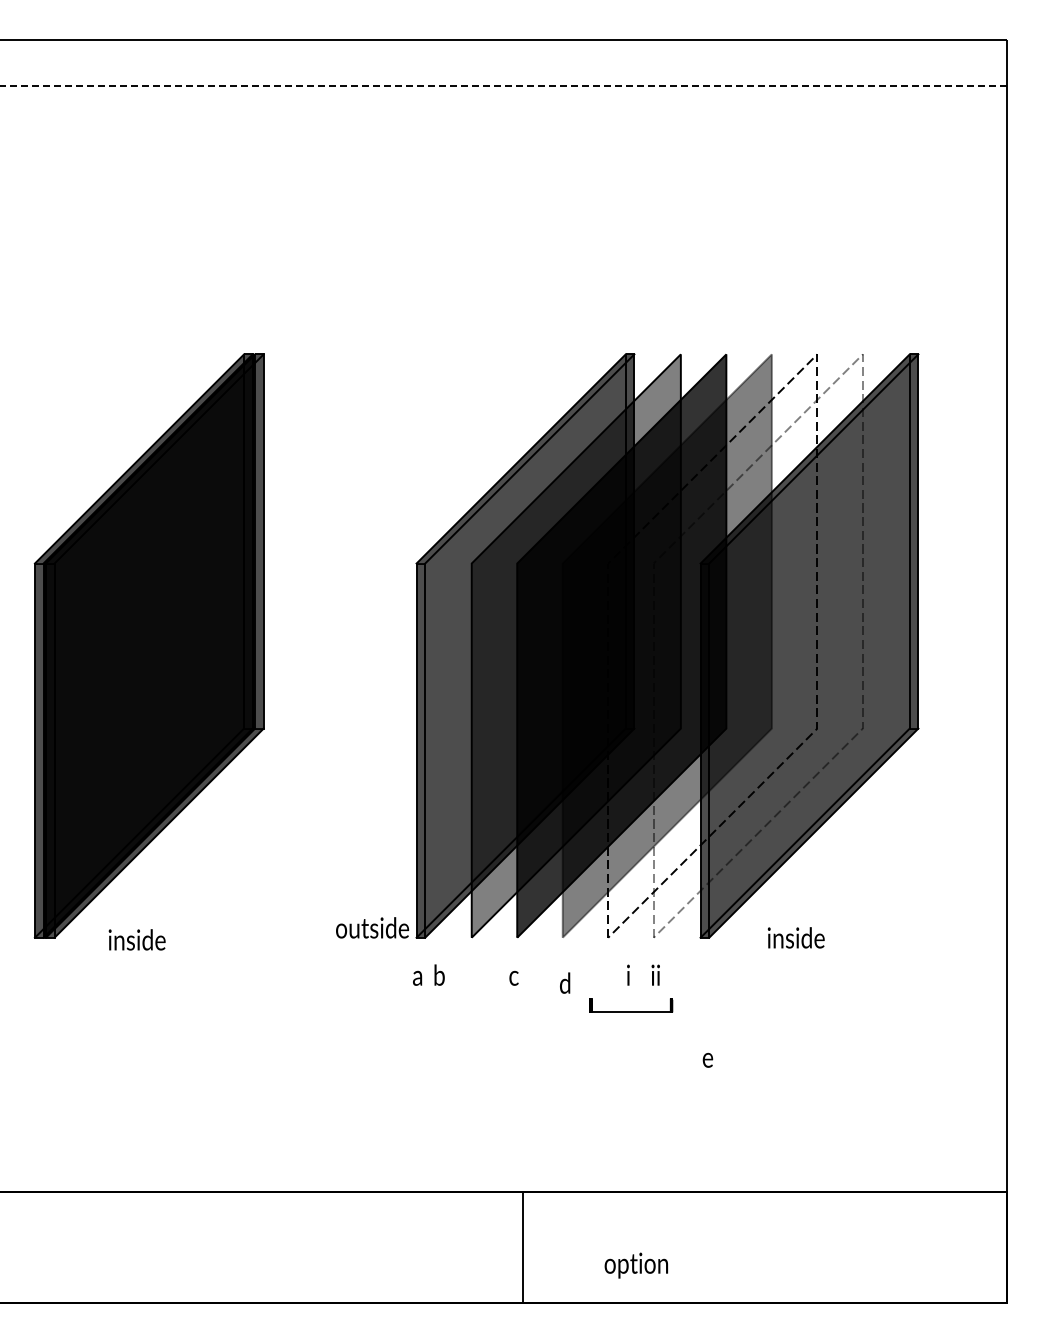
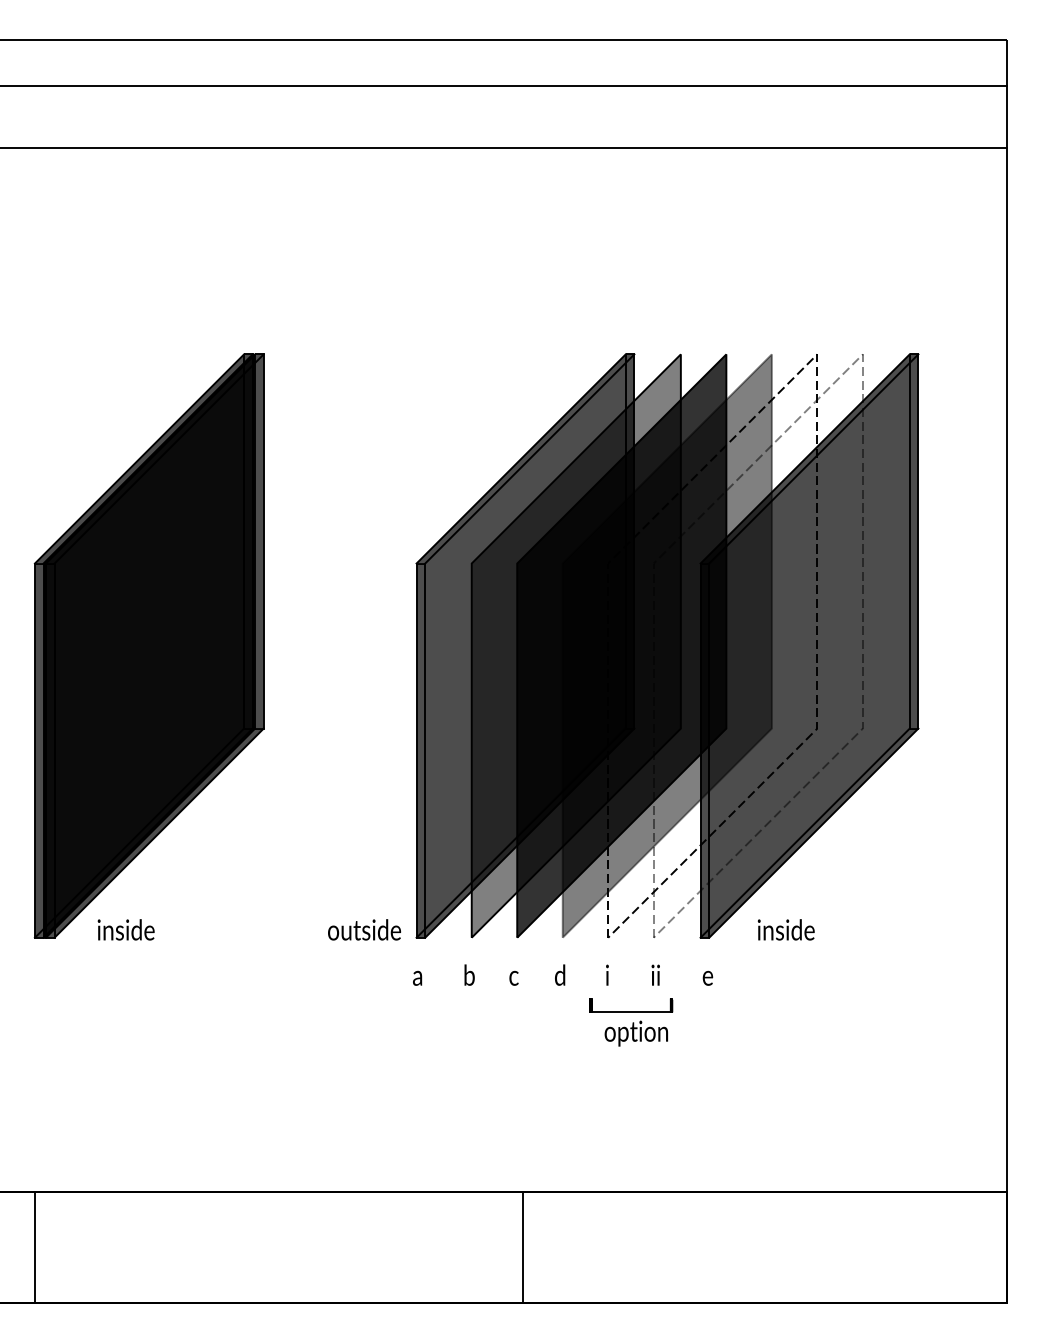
line at (503, 86): dashed -> solid
line at (504, 148): none -> present
text at (372, 927) position: (372, 927) -> (364, 929)
text at (795, 937) position: (795, 937) -> (785, 929)
text at (136, 939) position: (136, 939) -> (125, 929)
text at (439, 974) position: (439, 974) -> (469, 974)
text at (628, 974) position: (628, 974) -> (607, 974)
text at (565, 982) position: (565, 982) -> (560, 974)
text at (707, 1059) position: (707, 1059) -> (707, 977)
line at (35, 1246): none -> present
text at (635, 1265) position: (635, 1265) -> (635, 1033)
